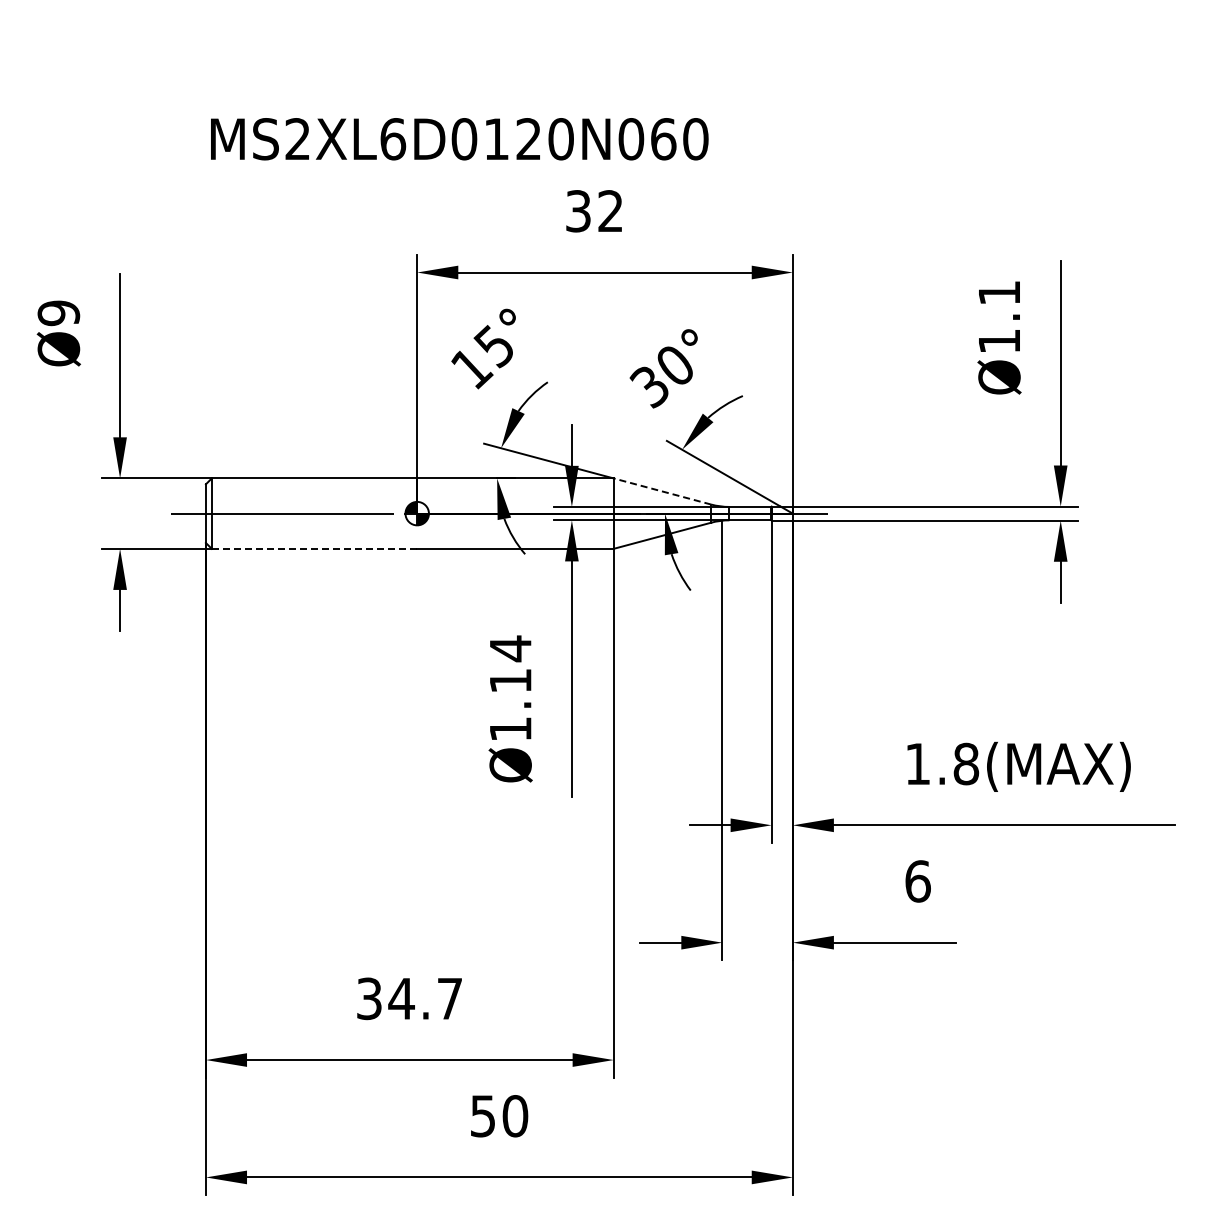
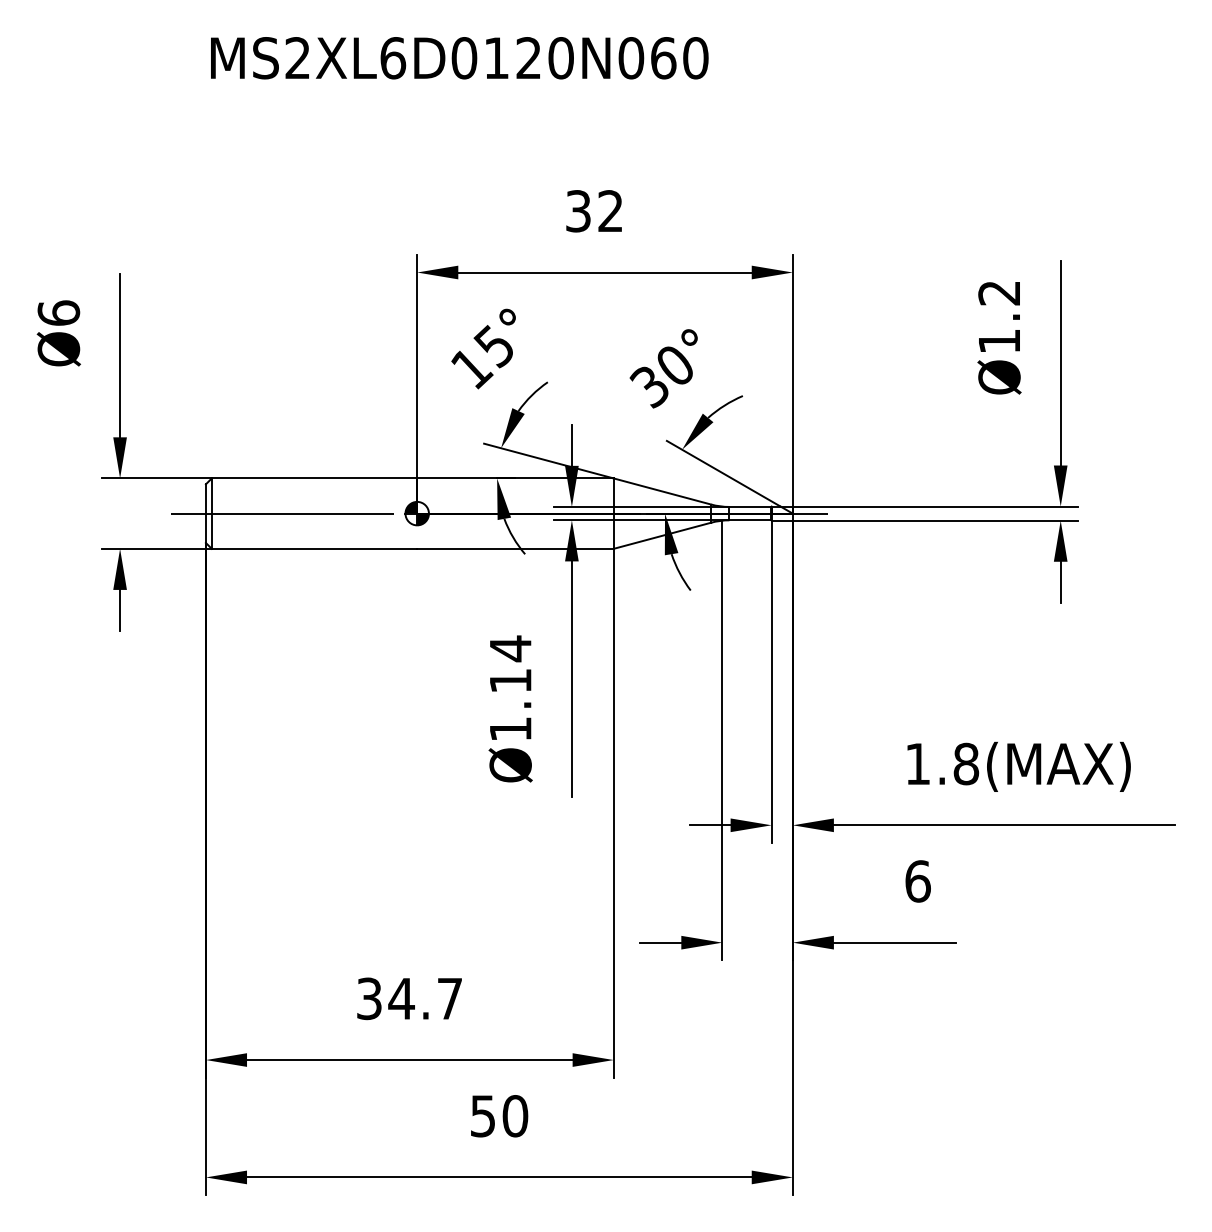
text at (459, 139) position: (459, 139) -> (459, 58)
text at (998, 293): Ø1.1 -> Ø1.2
text at (58, 313): Ø9 -> Ø6
line at (661, 491): dashed -> solid
line at (314, 548): dashed -> solid
